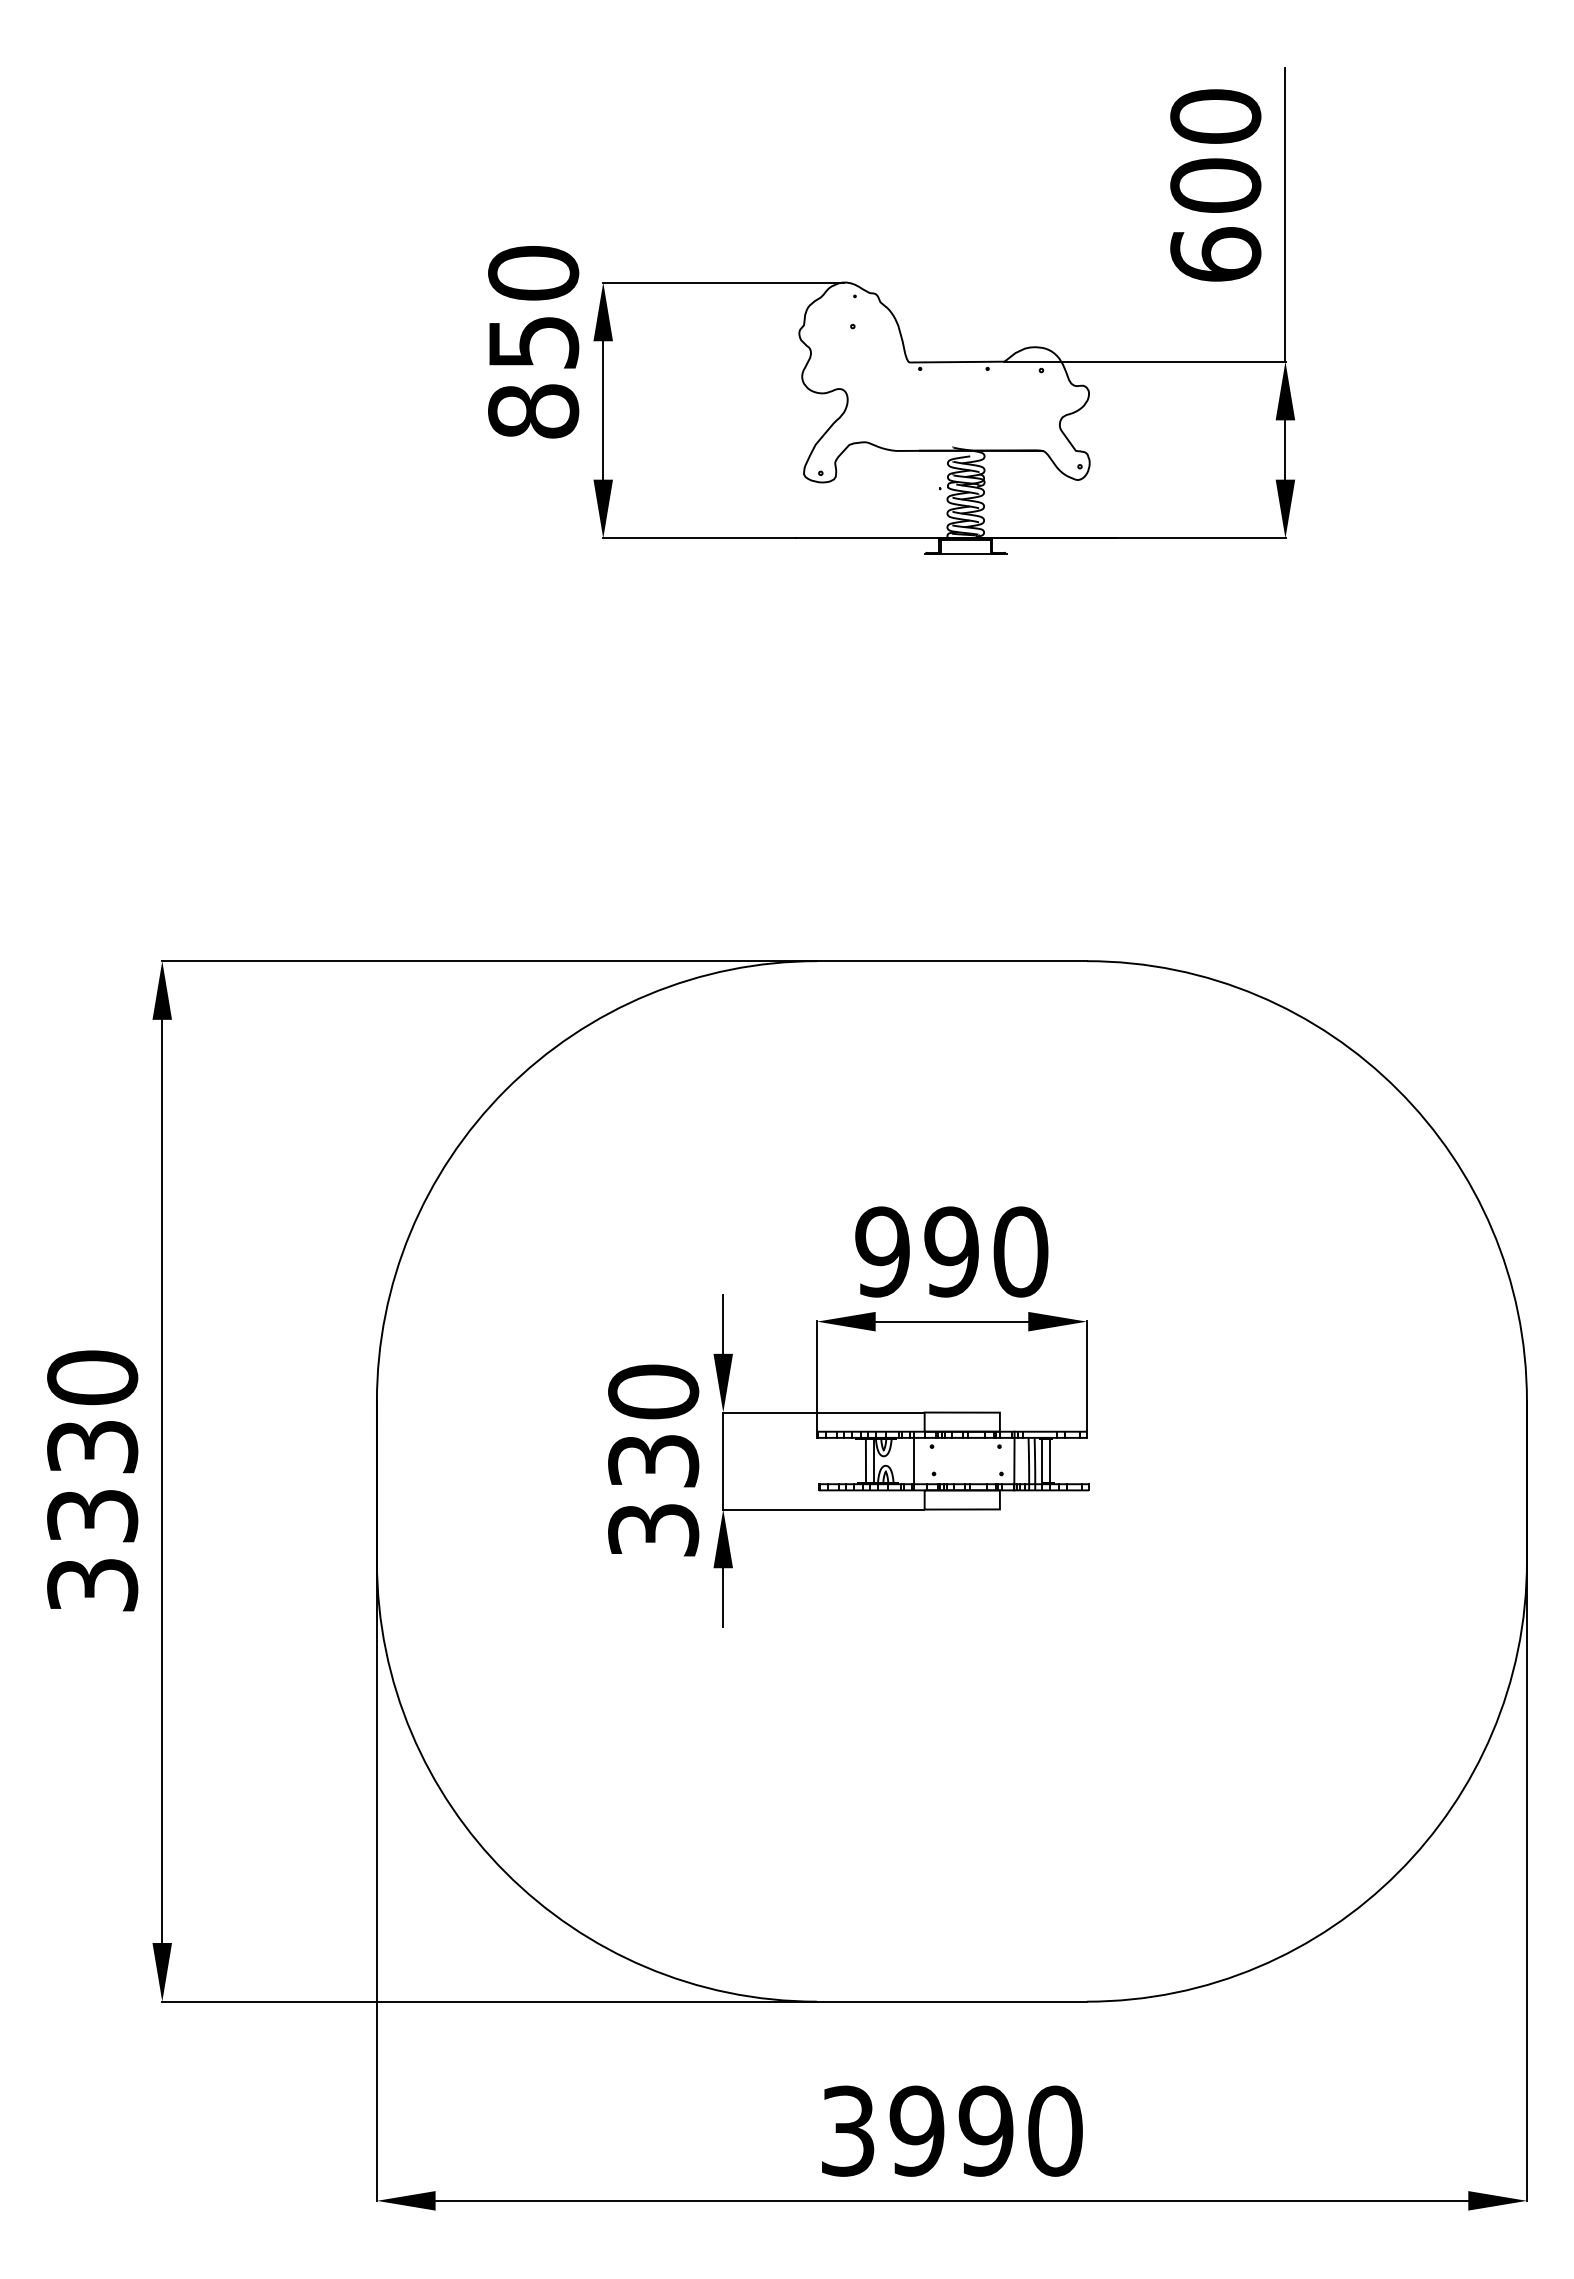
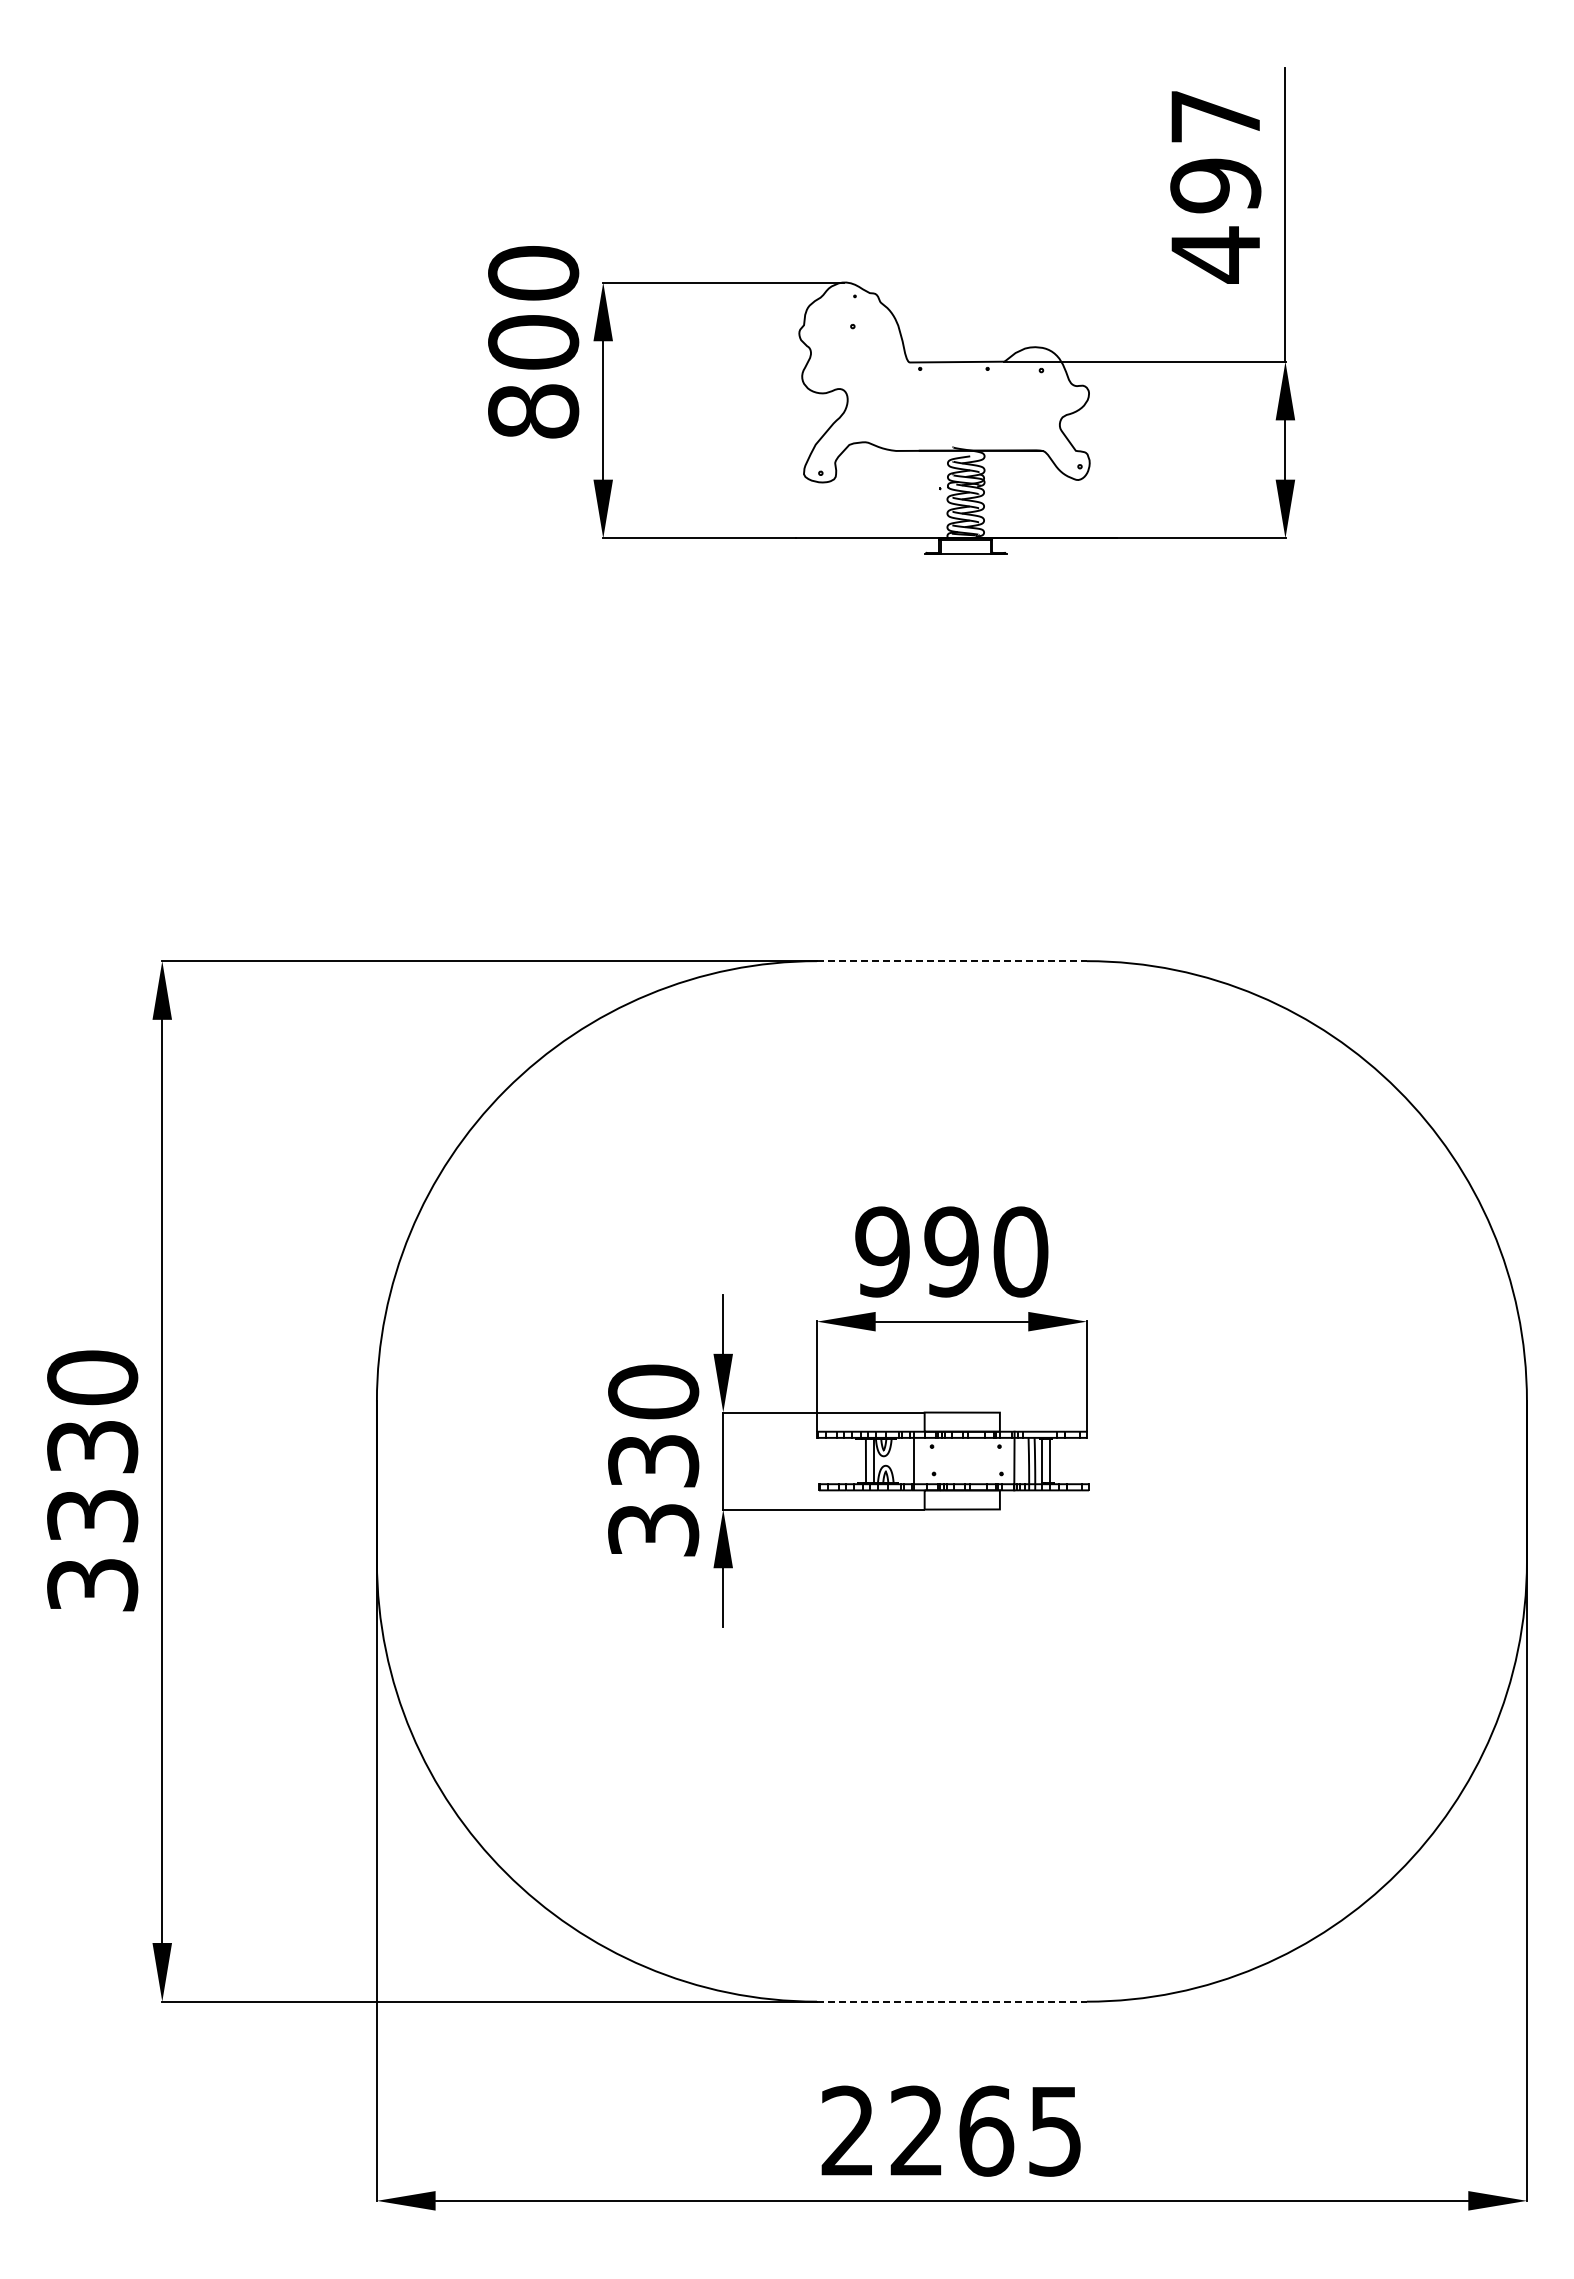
text at (1215, 186): 600 -> 497
text at (533, 342): 850 -> 800
line at (951, 961): solid -> dashed
line at (951, 2001): solid -> dashed
text at (951, 2130): 3990 -> 2265
